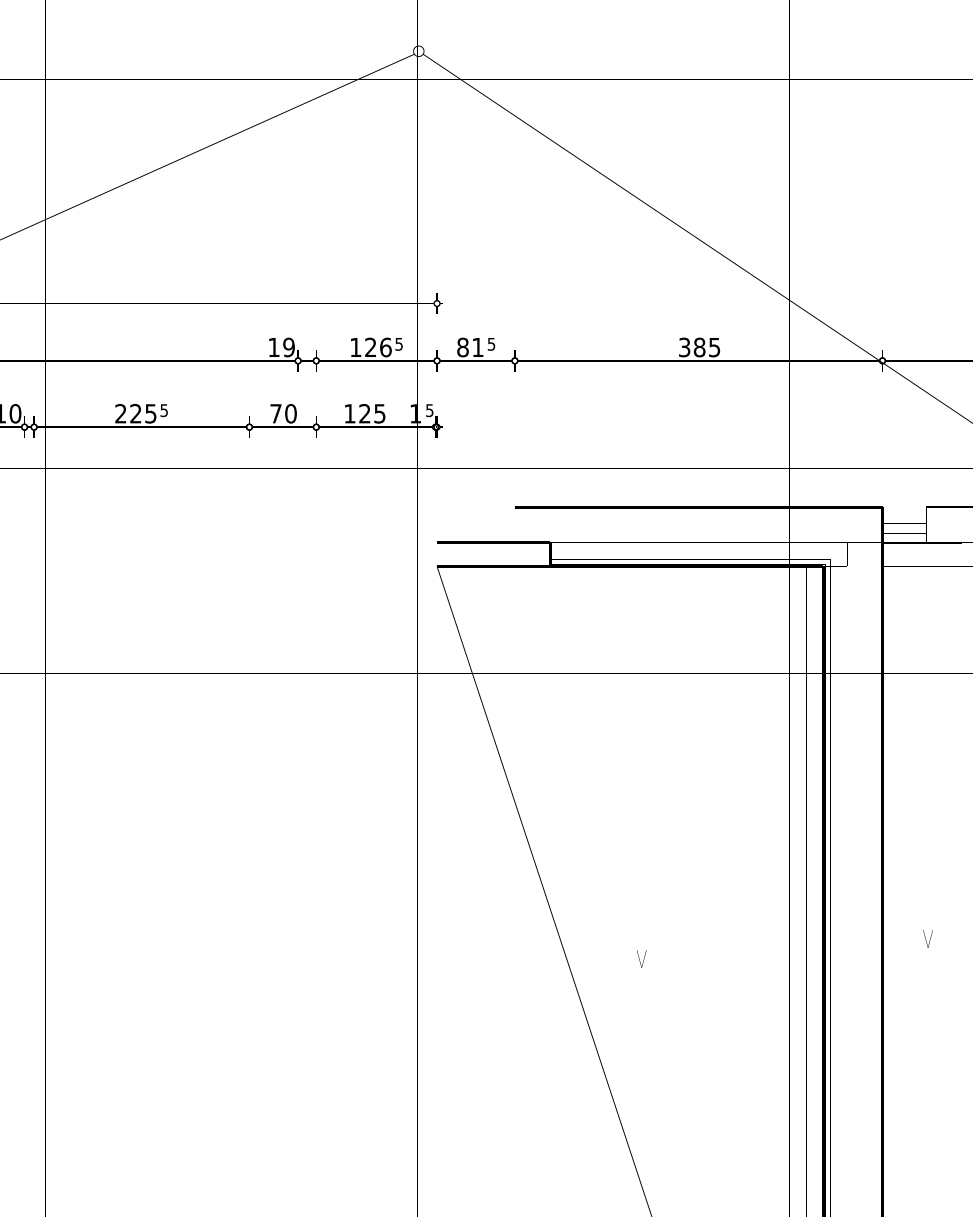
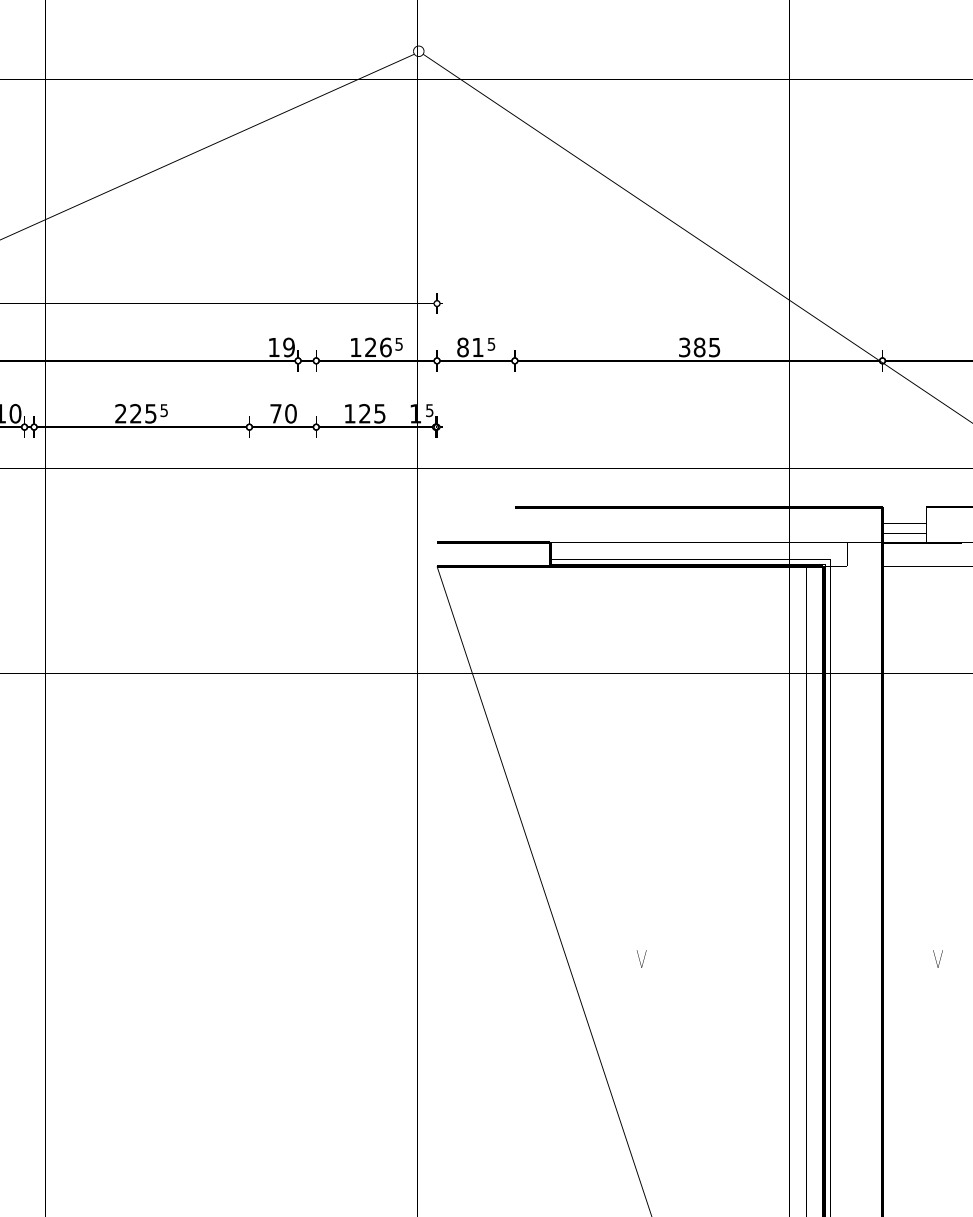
part at (927, 938) position: (927, 938) -> (937, 958)
